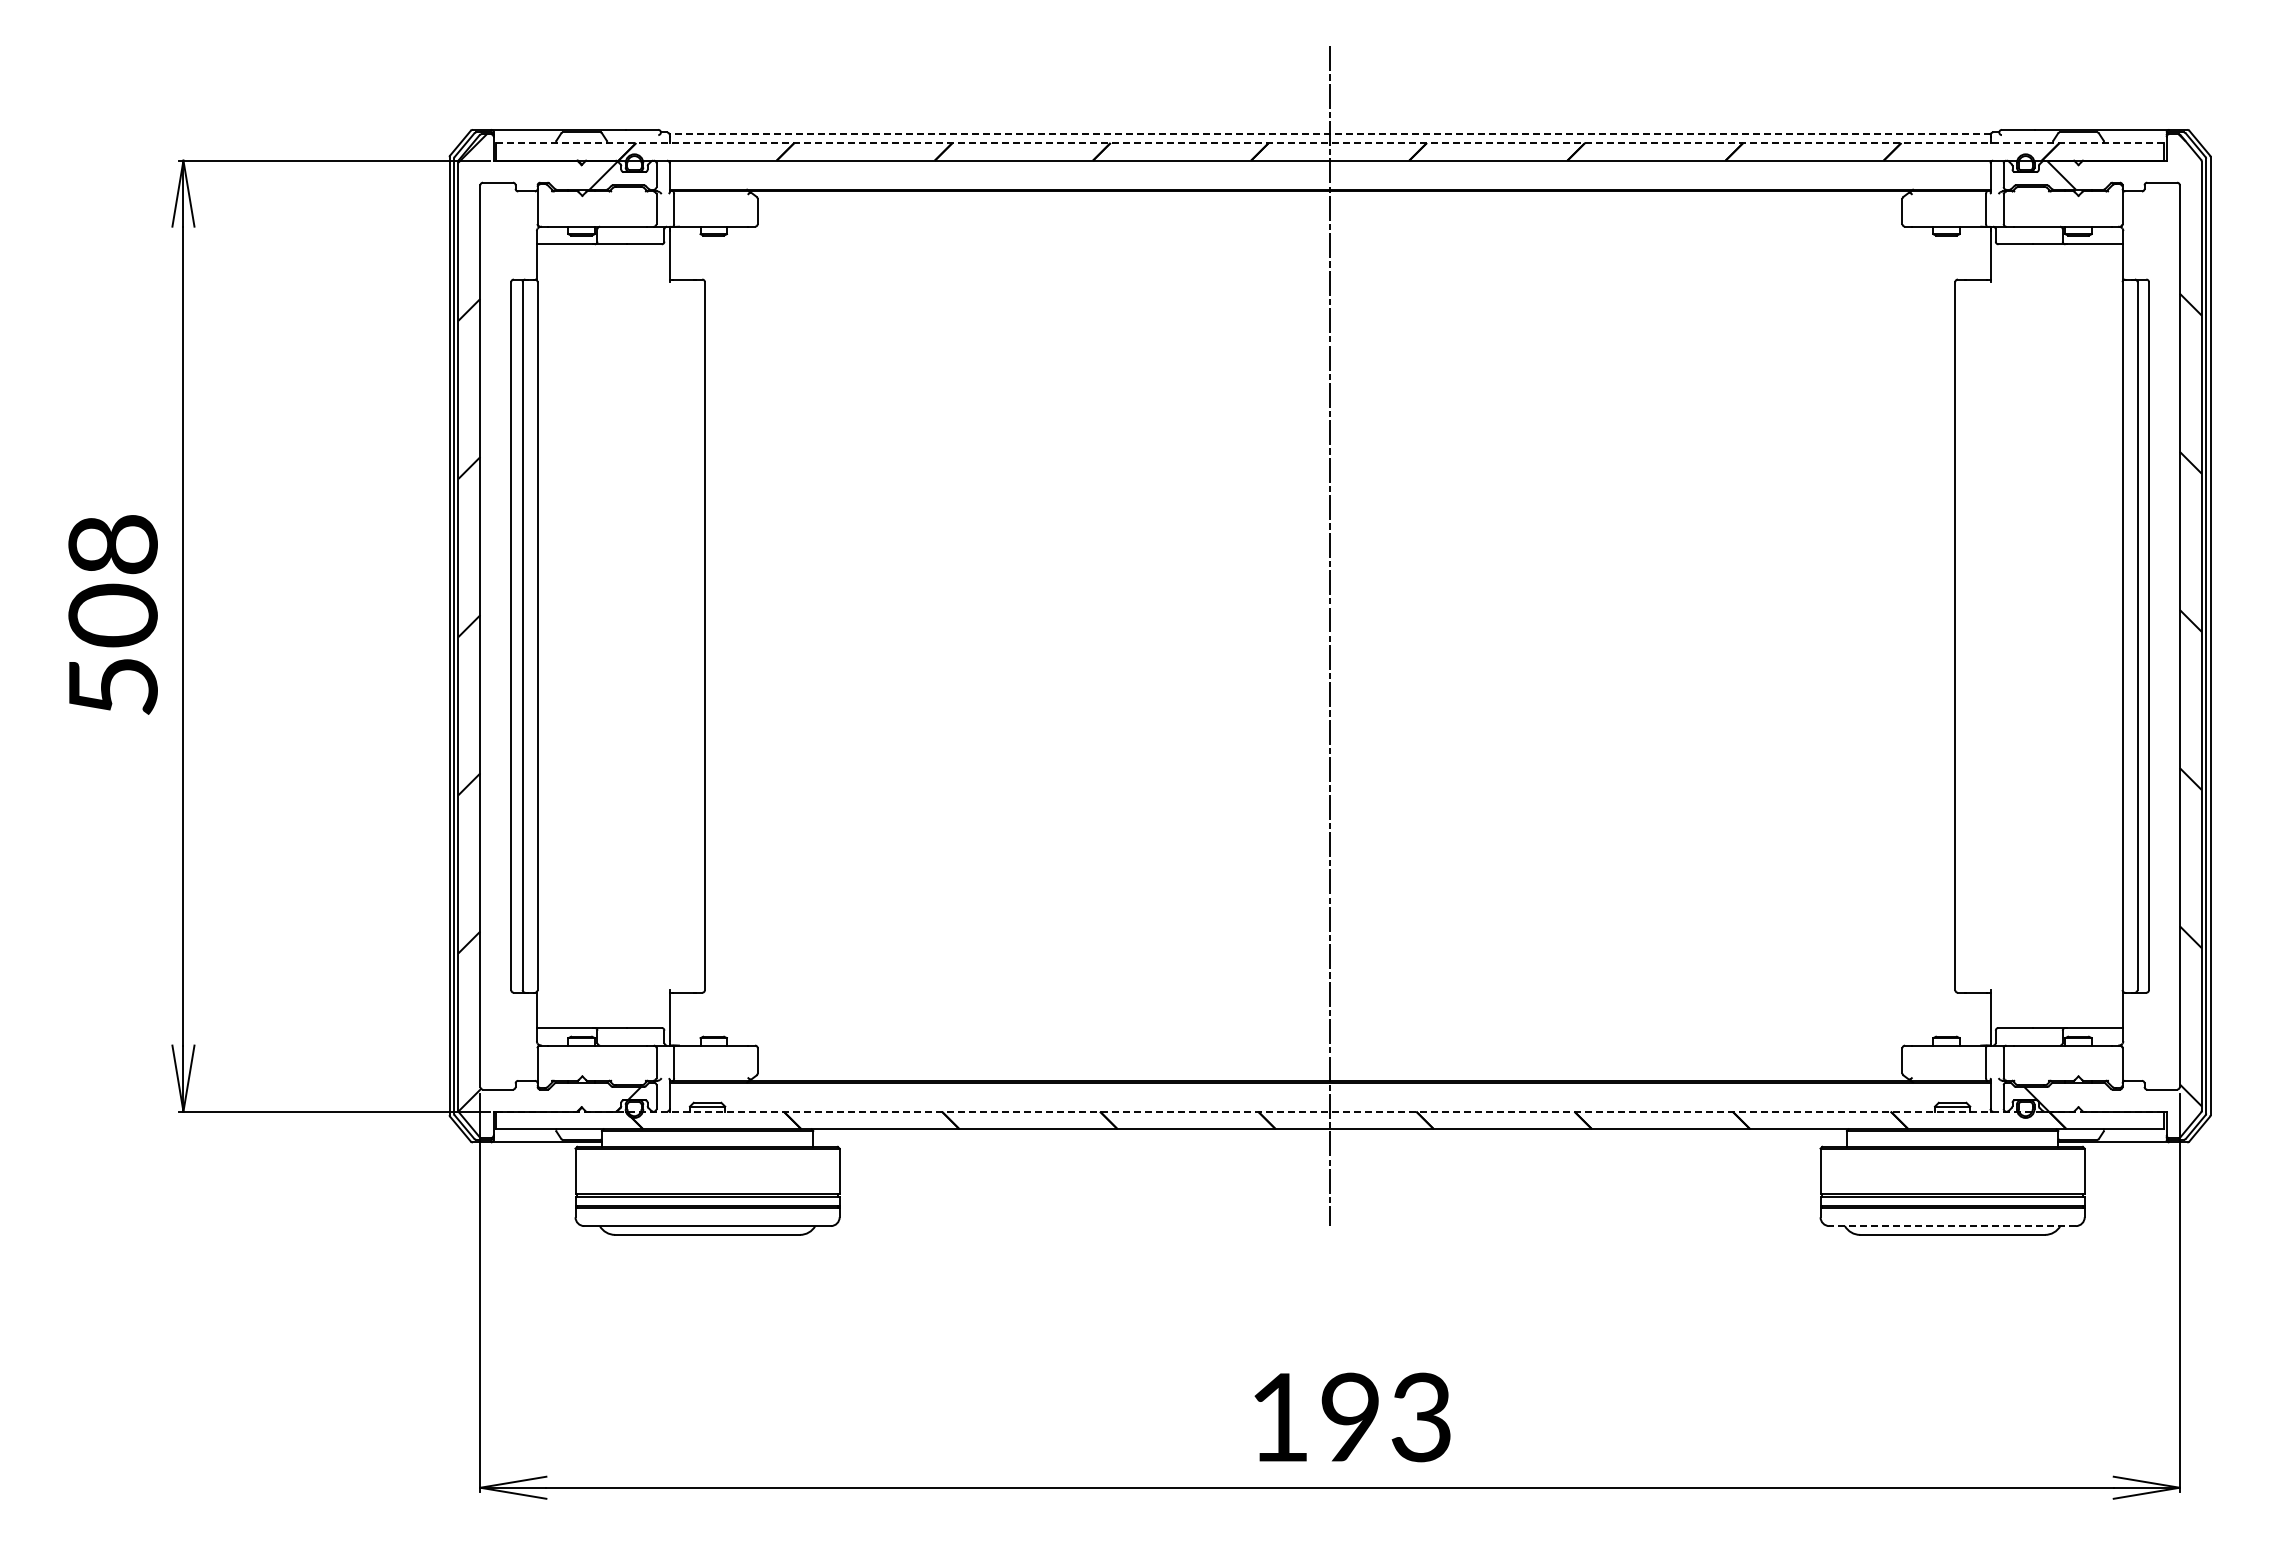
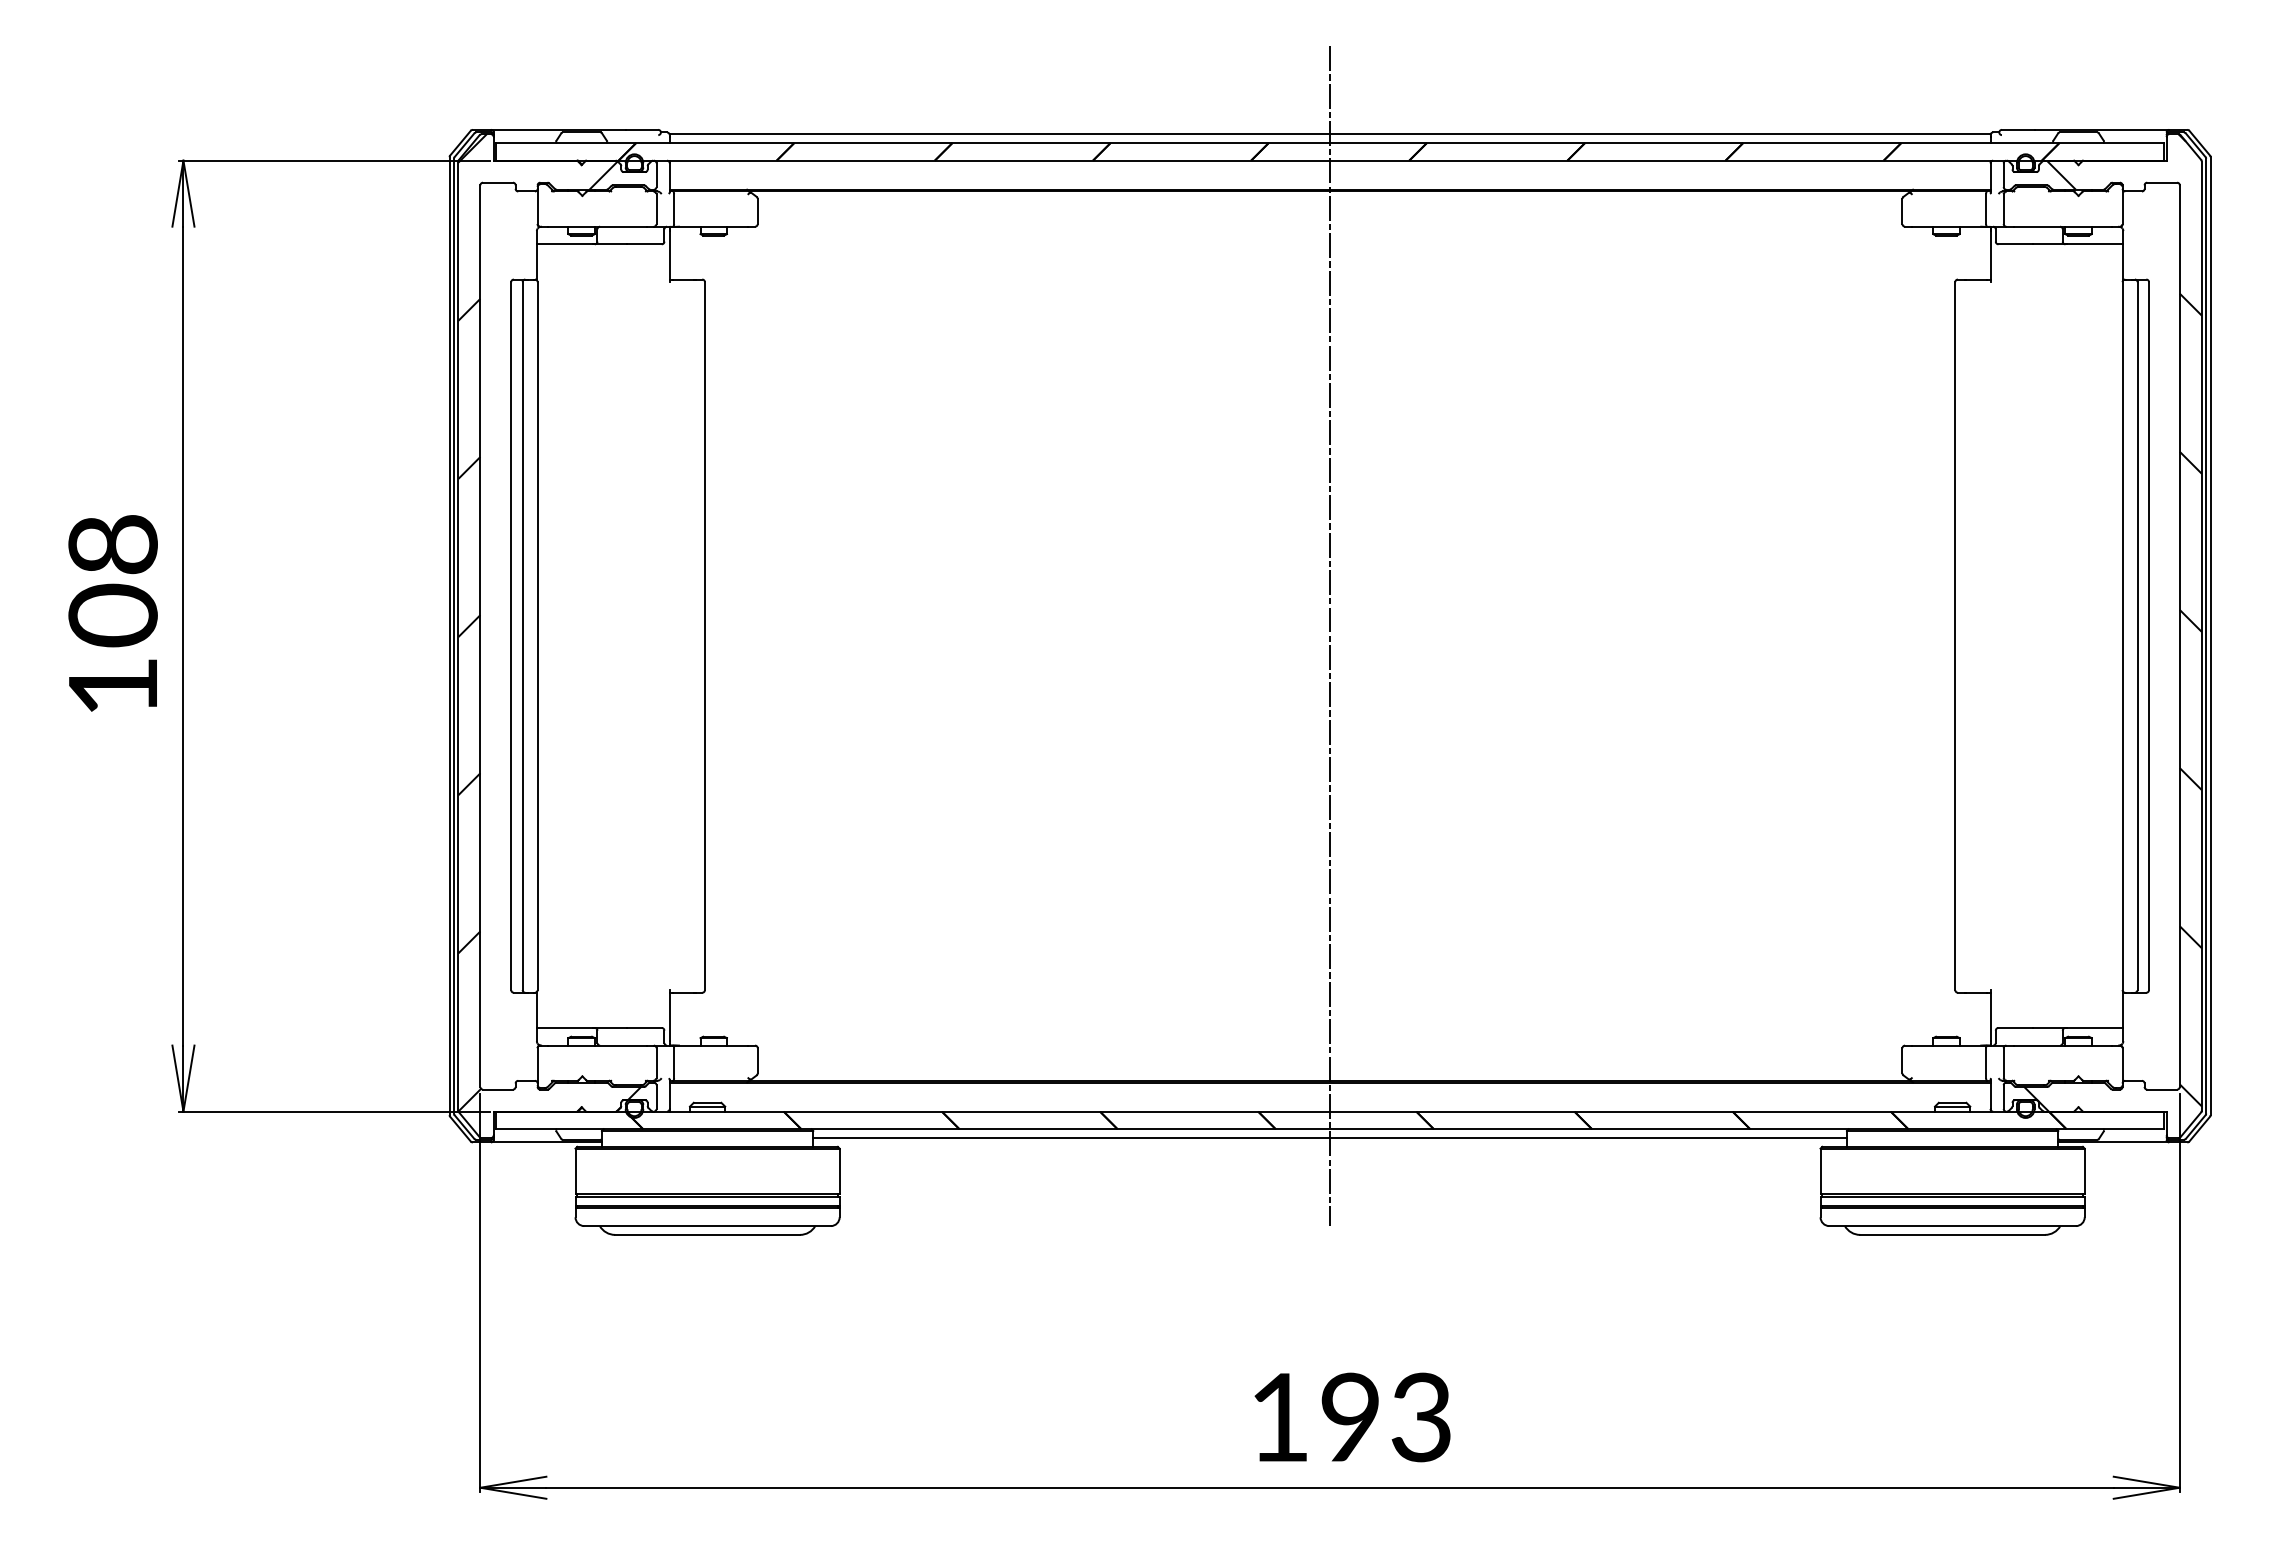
line at (1329, 134): dashed -> solid
line at (1330, 143): dashed -> solid
text at (113, 686): 508 -> 108
line at (1330, 1111): dashed -> solid
line at (1329, 1138): none -> present
line at (1952, 1226): dashed -> solid
